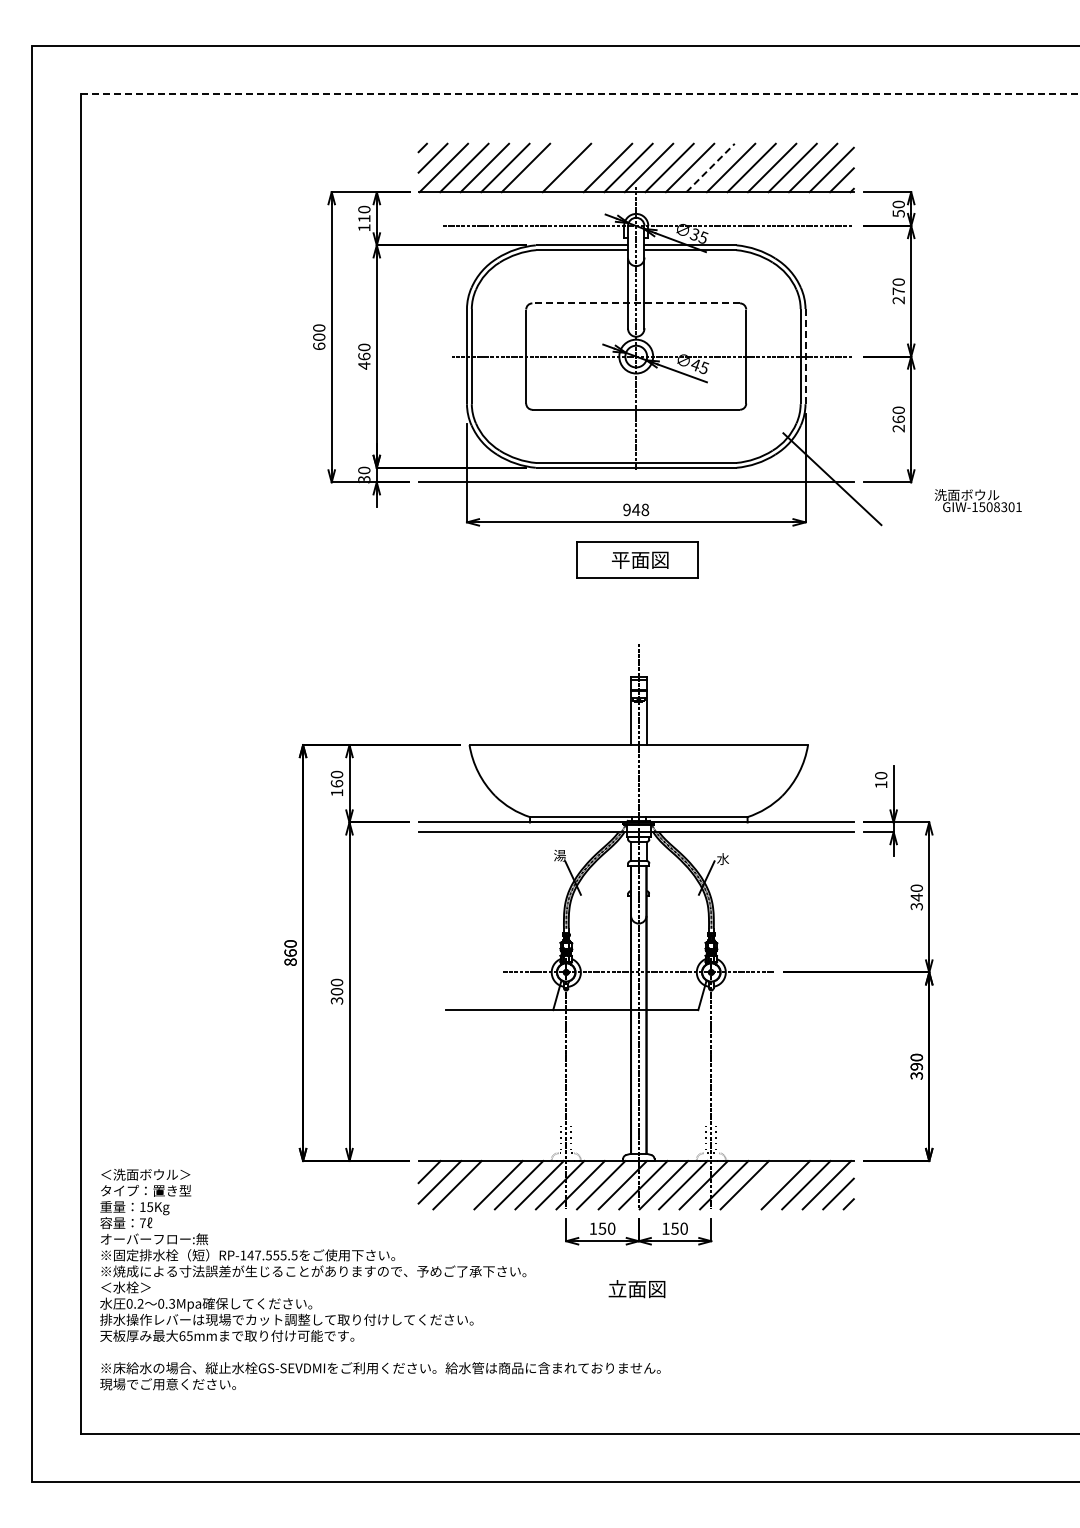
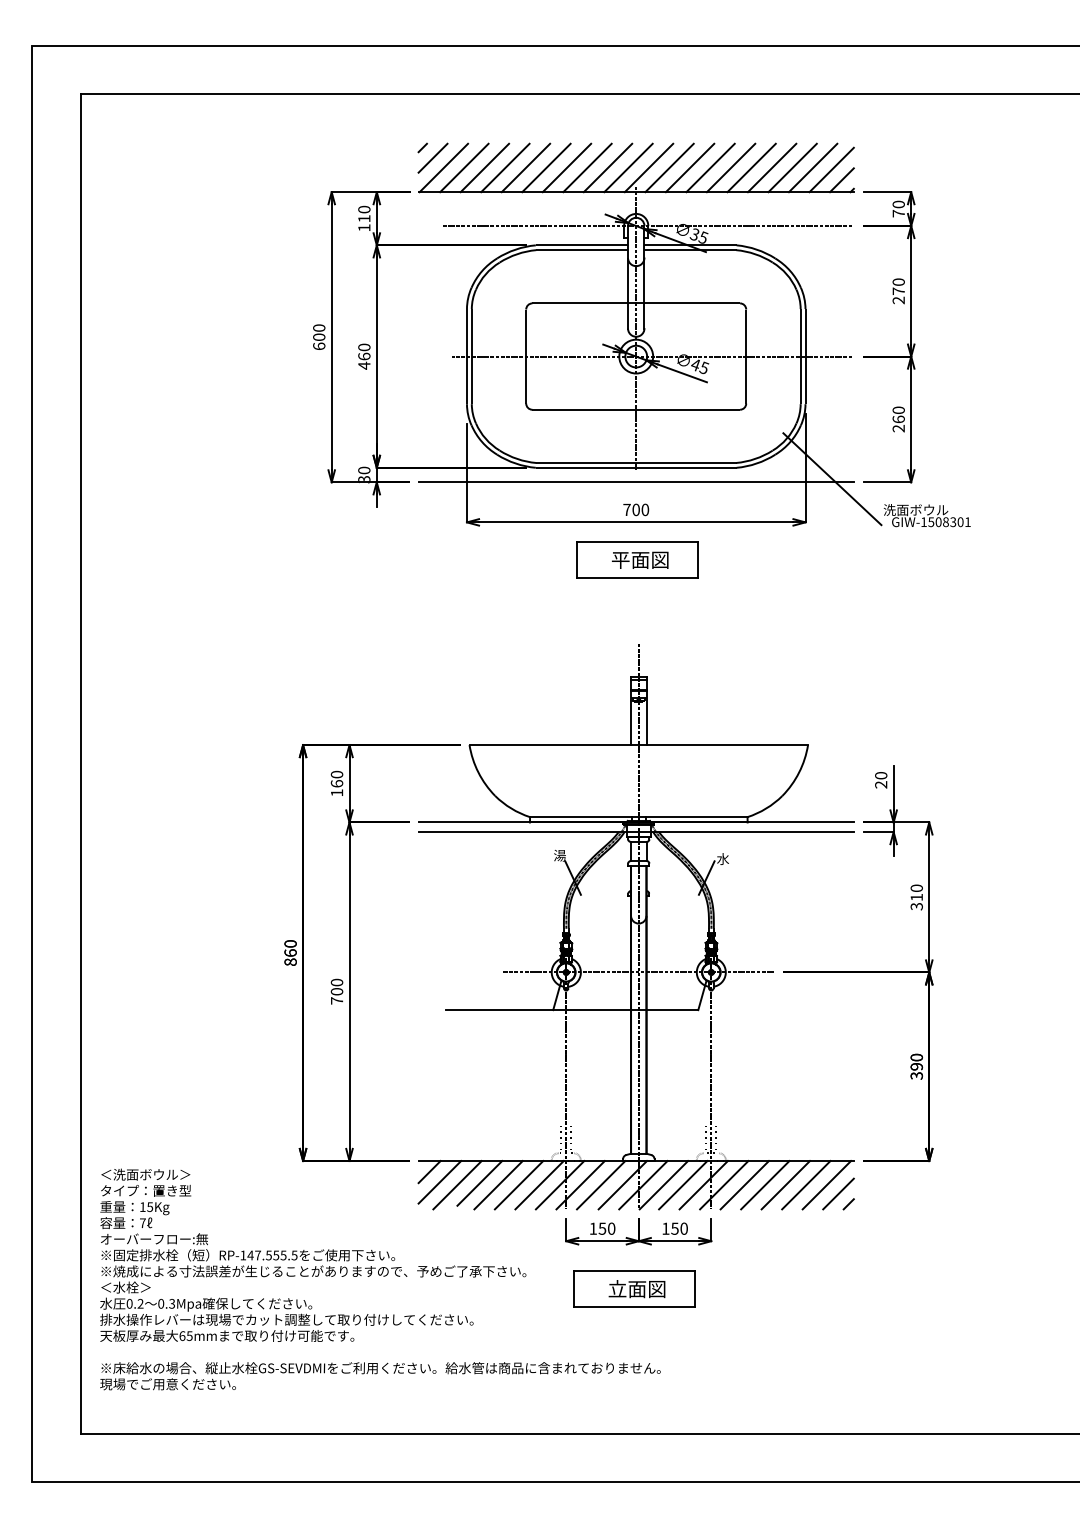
line at (580, 94): dashed -> solid
line at (546, 167): none -> present
line at (587, 167): none -> present
line at (710, 167): dashed -> solid
text at (898, 213): 50 -> 70
line at (636, 303): dashed -> solid
line at (805, 356): dashed -> solid
text at (977, 500) position: (977, 500) -> (926, 515)
text at (636, 509): 948 -> 700
text at (881, 784): 10 -> 20
text at (916, 897): 340 -> 310
text at (336, 1000): 300 -> 700
line at (479, 1183): none -> present
line at (765, 1185): none -> present
part at (634, 1288): none -> present
